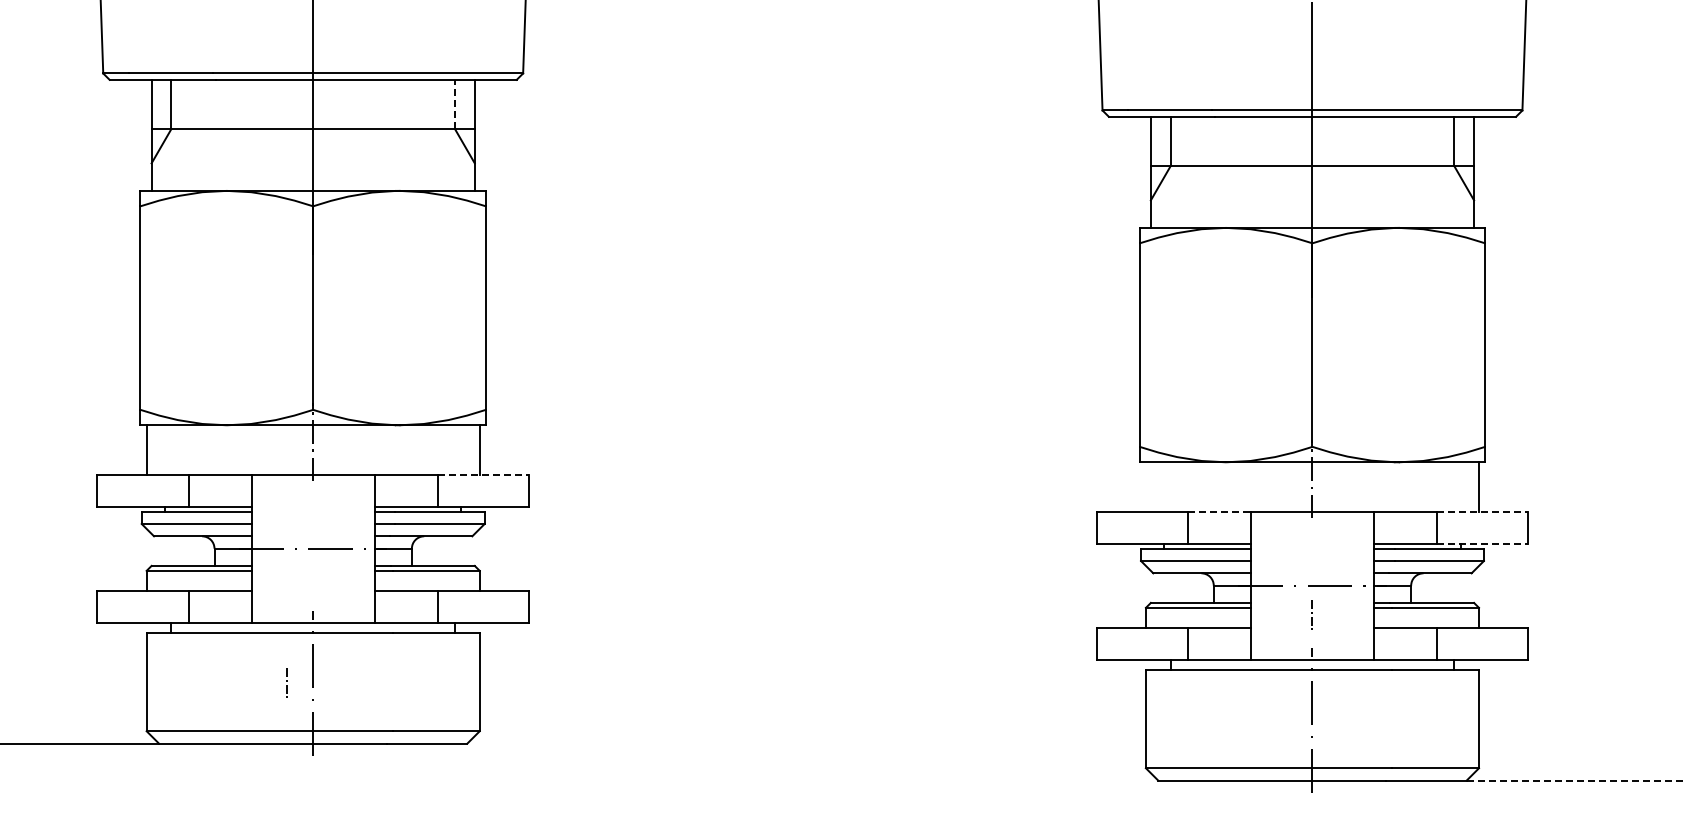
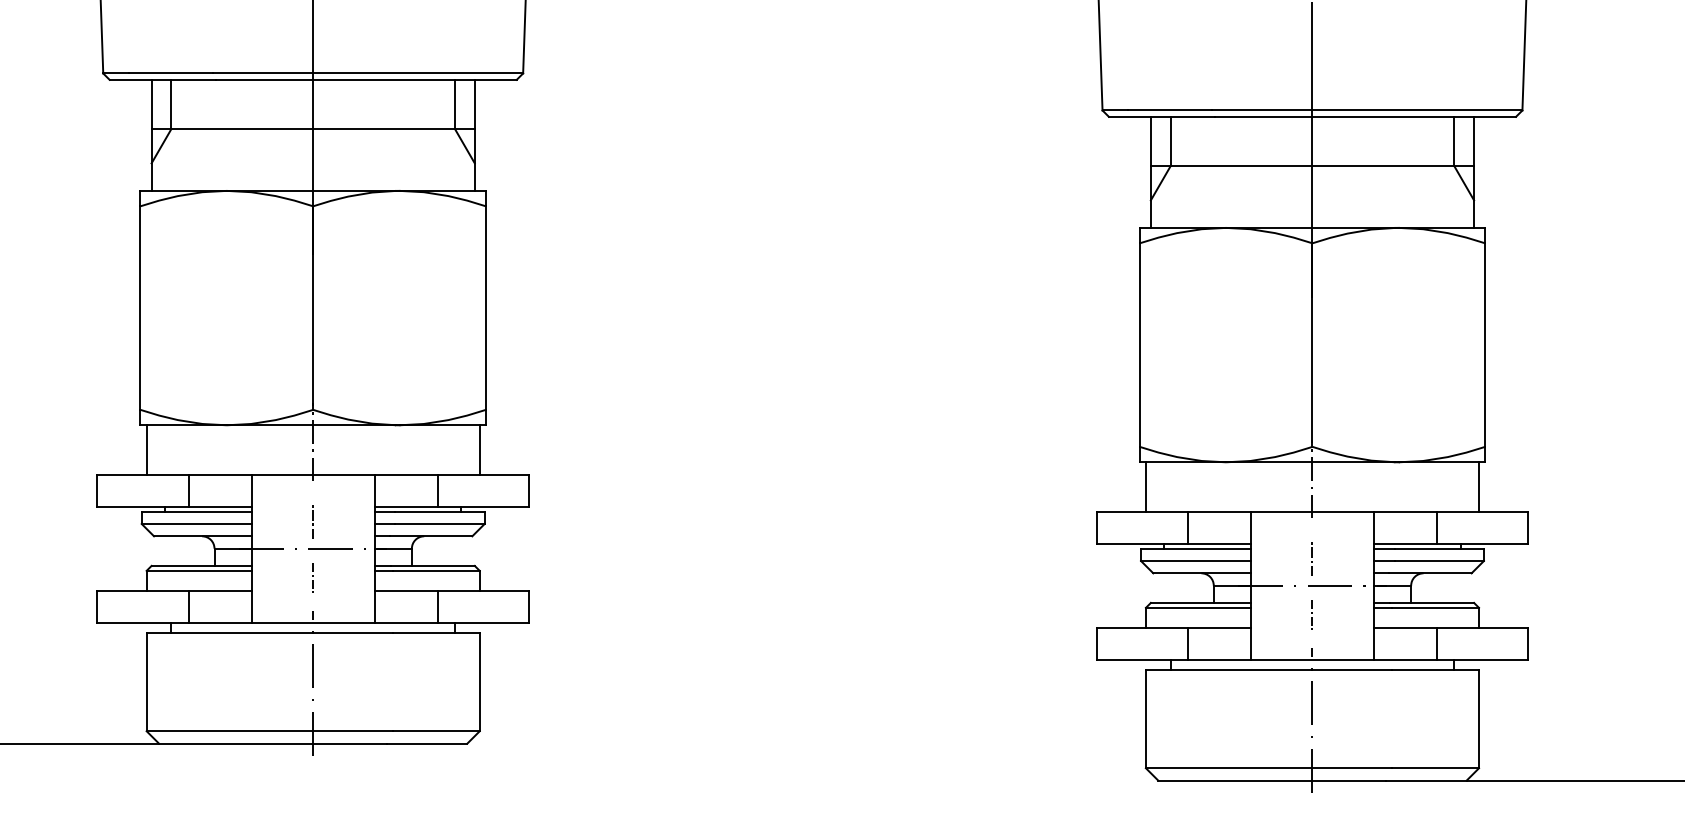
line at (455, 104): dashed -> solid
line at (483, 474): dashed -> solid
line at (1145, 486): none -> present
line at (1219, 511): dashed -> solid
line at (1482, 511): dashed -> solid
line at (313, 521): none -> present
line at (1482, 543): dashed -> solid
line at (1311, 557): none -> present
line at (286, 681) position: (286, 681) -> (312, 576)
line at (1575, 780): dashed -> solid
